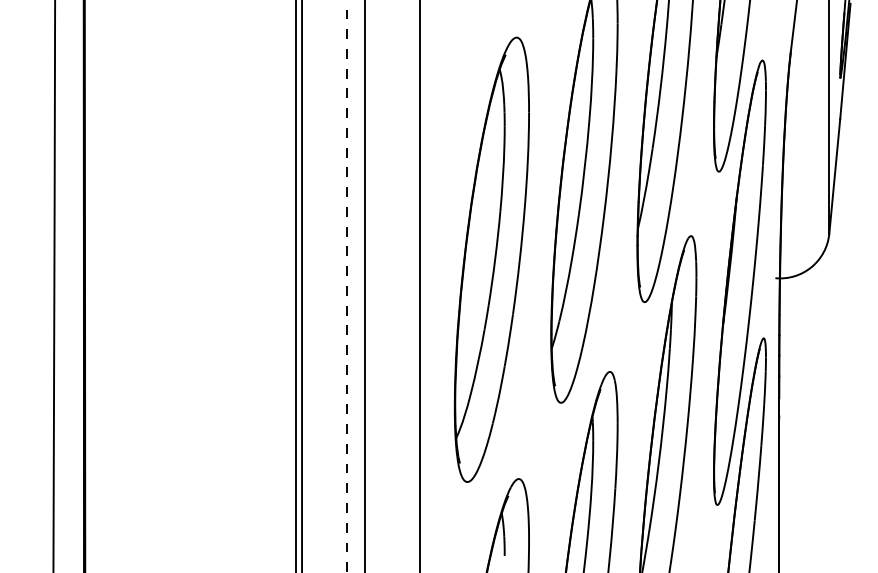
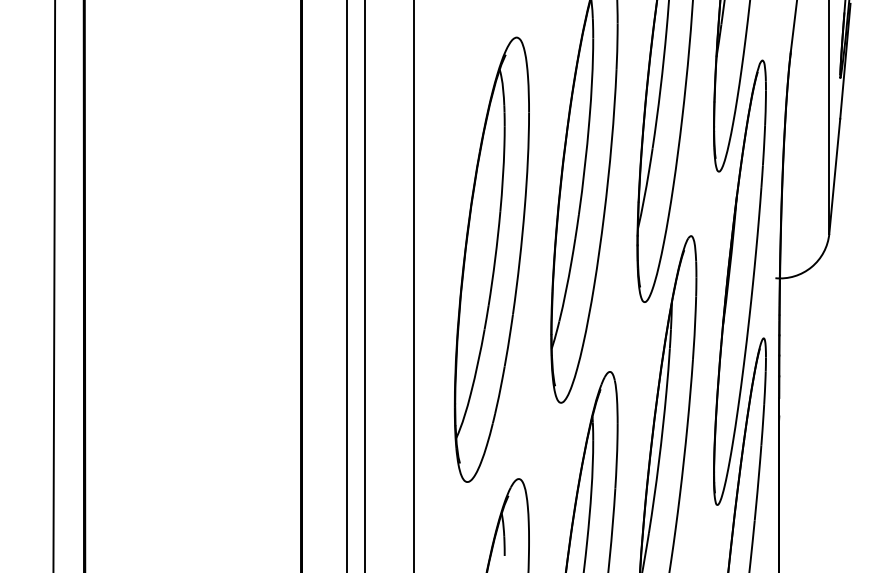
line at (296, 285) position: (296, 285) -> (301, 285)
line at (419, 285) position: (419, 285) -> (413, 285)
line at (347, 286): dashed -> solid
